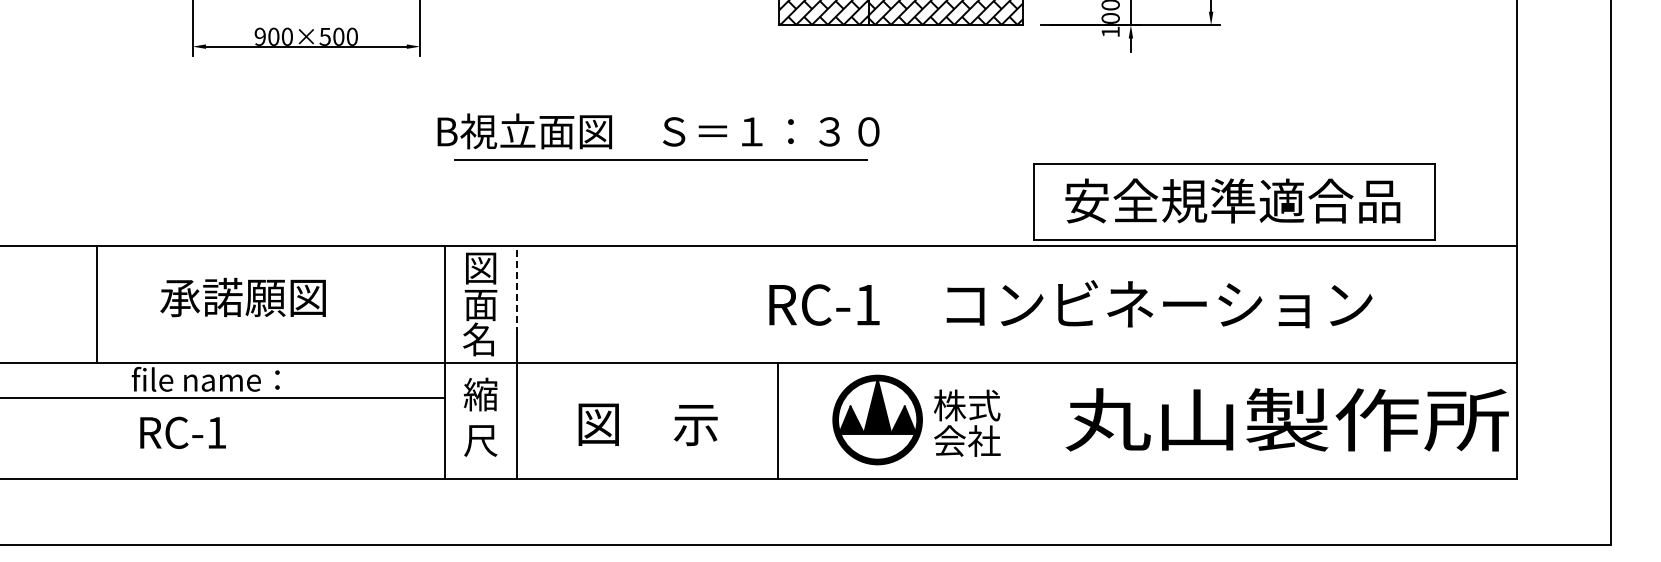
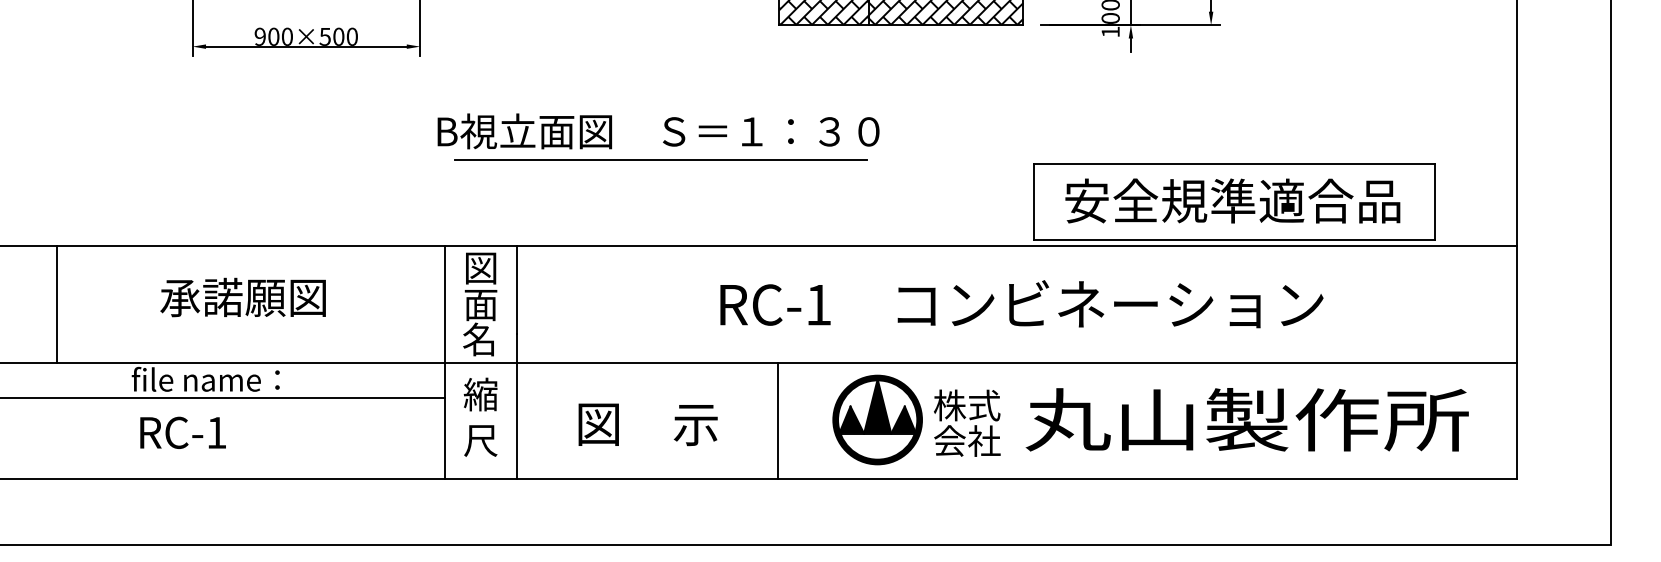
line at (517, 290): dashed -> solid
line at (96, 304) position: (96, 304) -> (56, 304)
text at (1070, 304) position: (1070, 304) -> (1021, 304)
text at (1286, 419) position: (1286, 419) -> (1246, 419)
